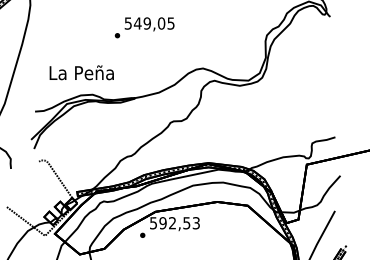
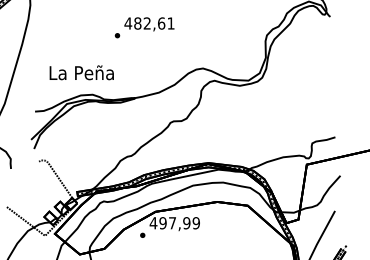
text at (149, 23): 549,05 -> 482,61
text at (174, 223): 592,53 -> 497,99
